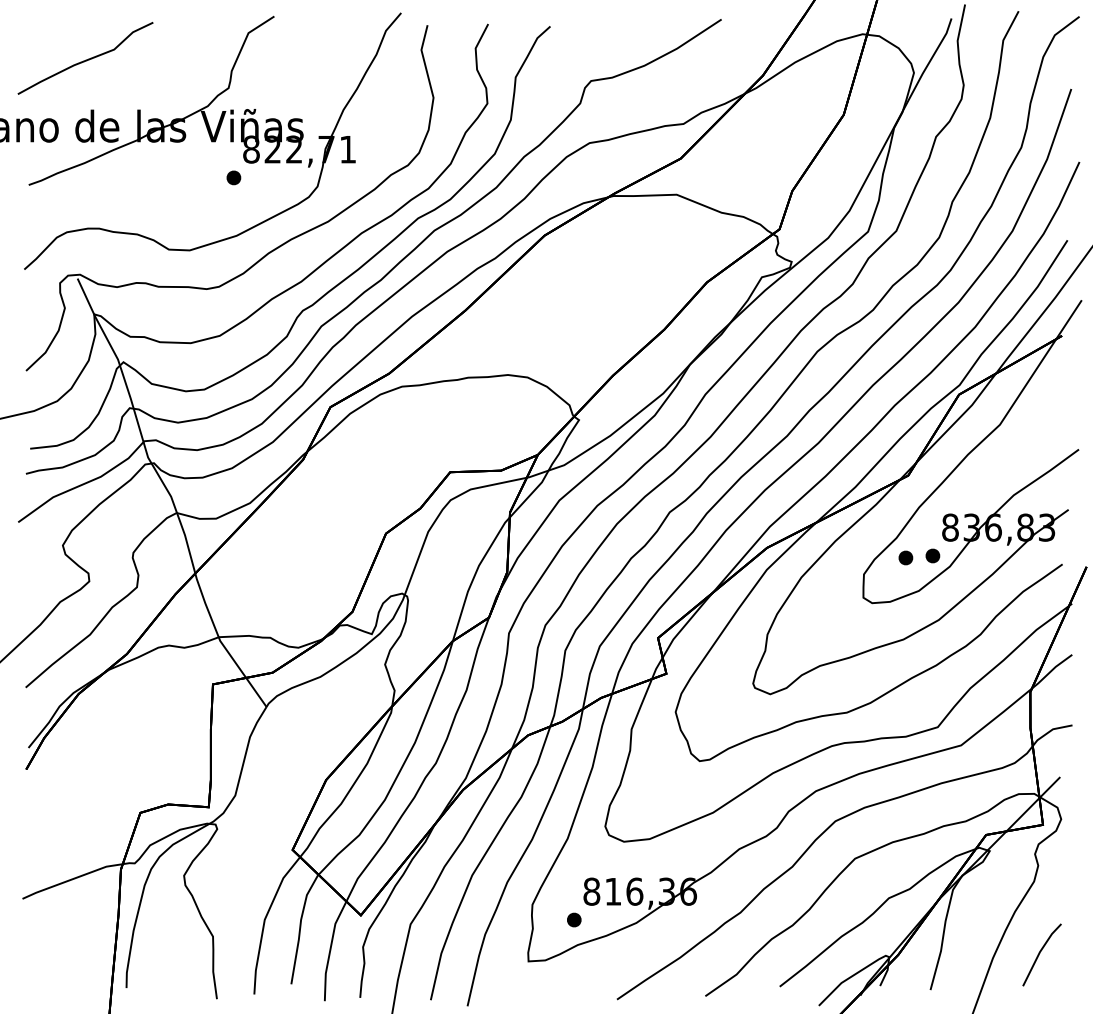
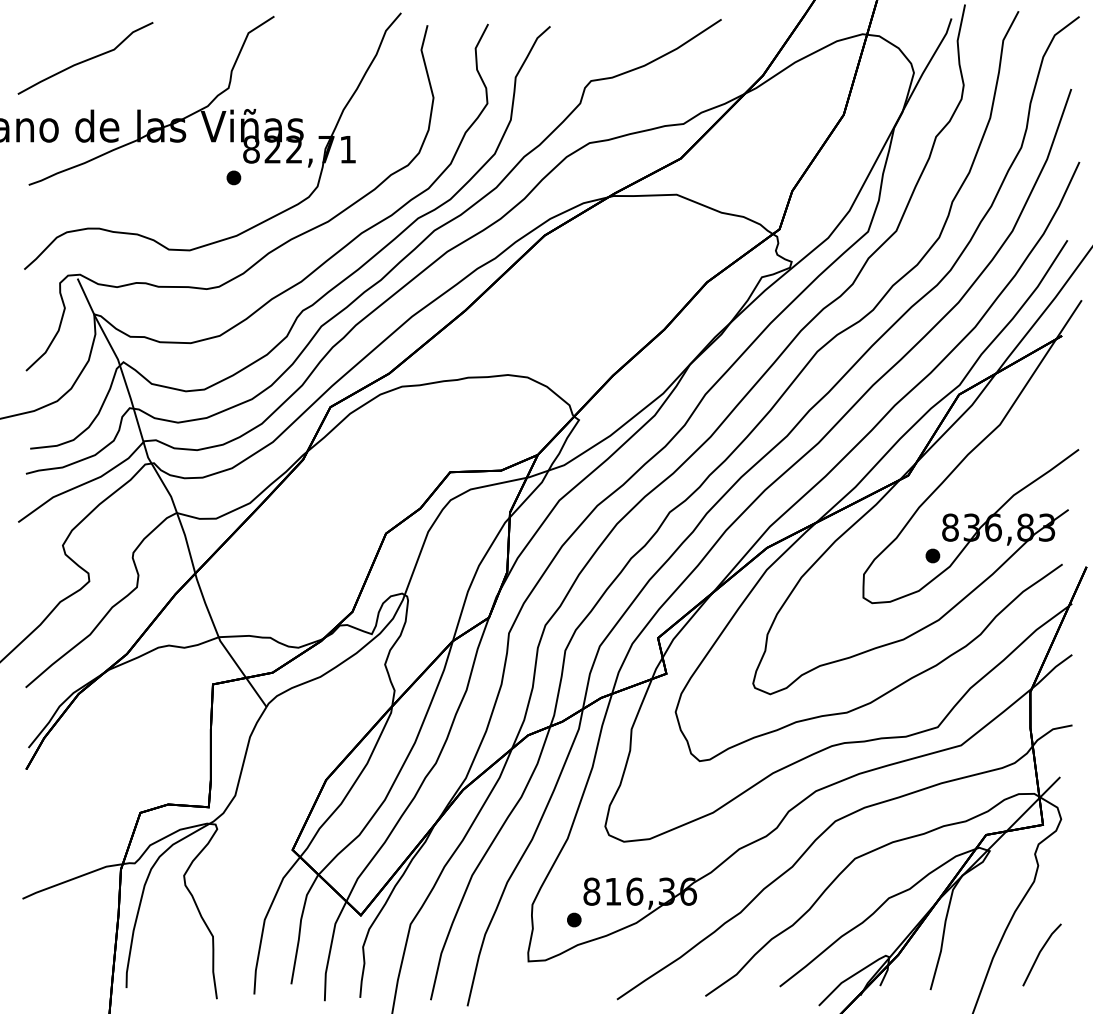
part at (905, 557): present -> none
